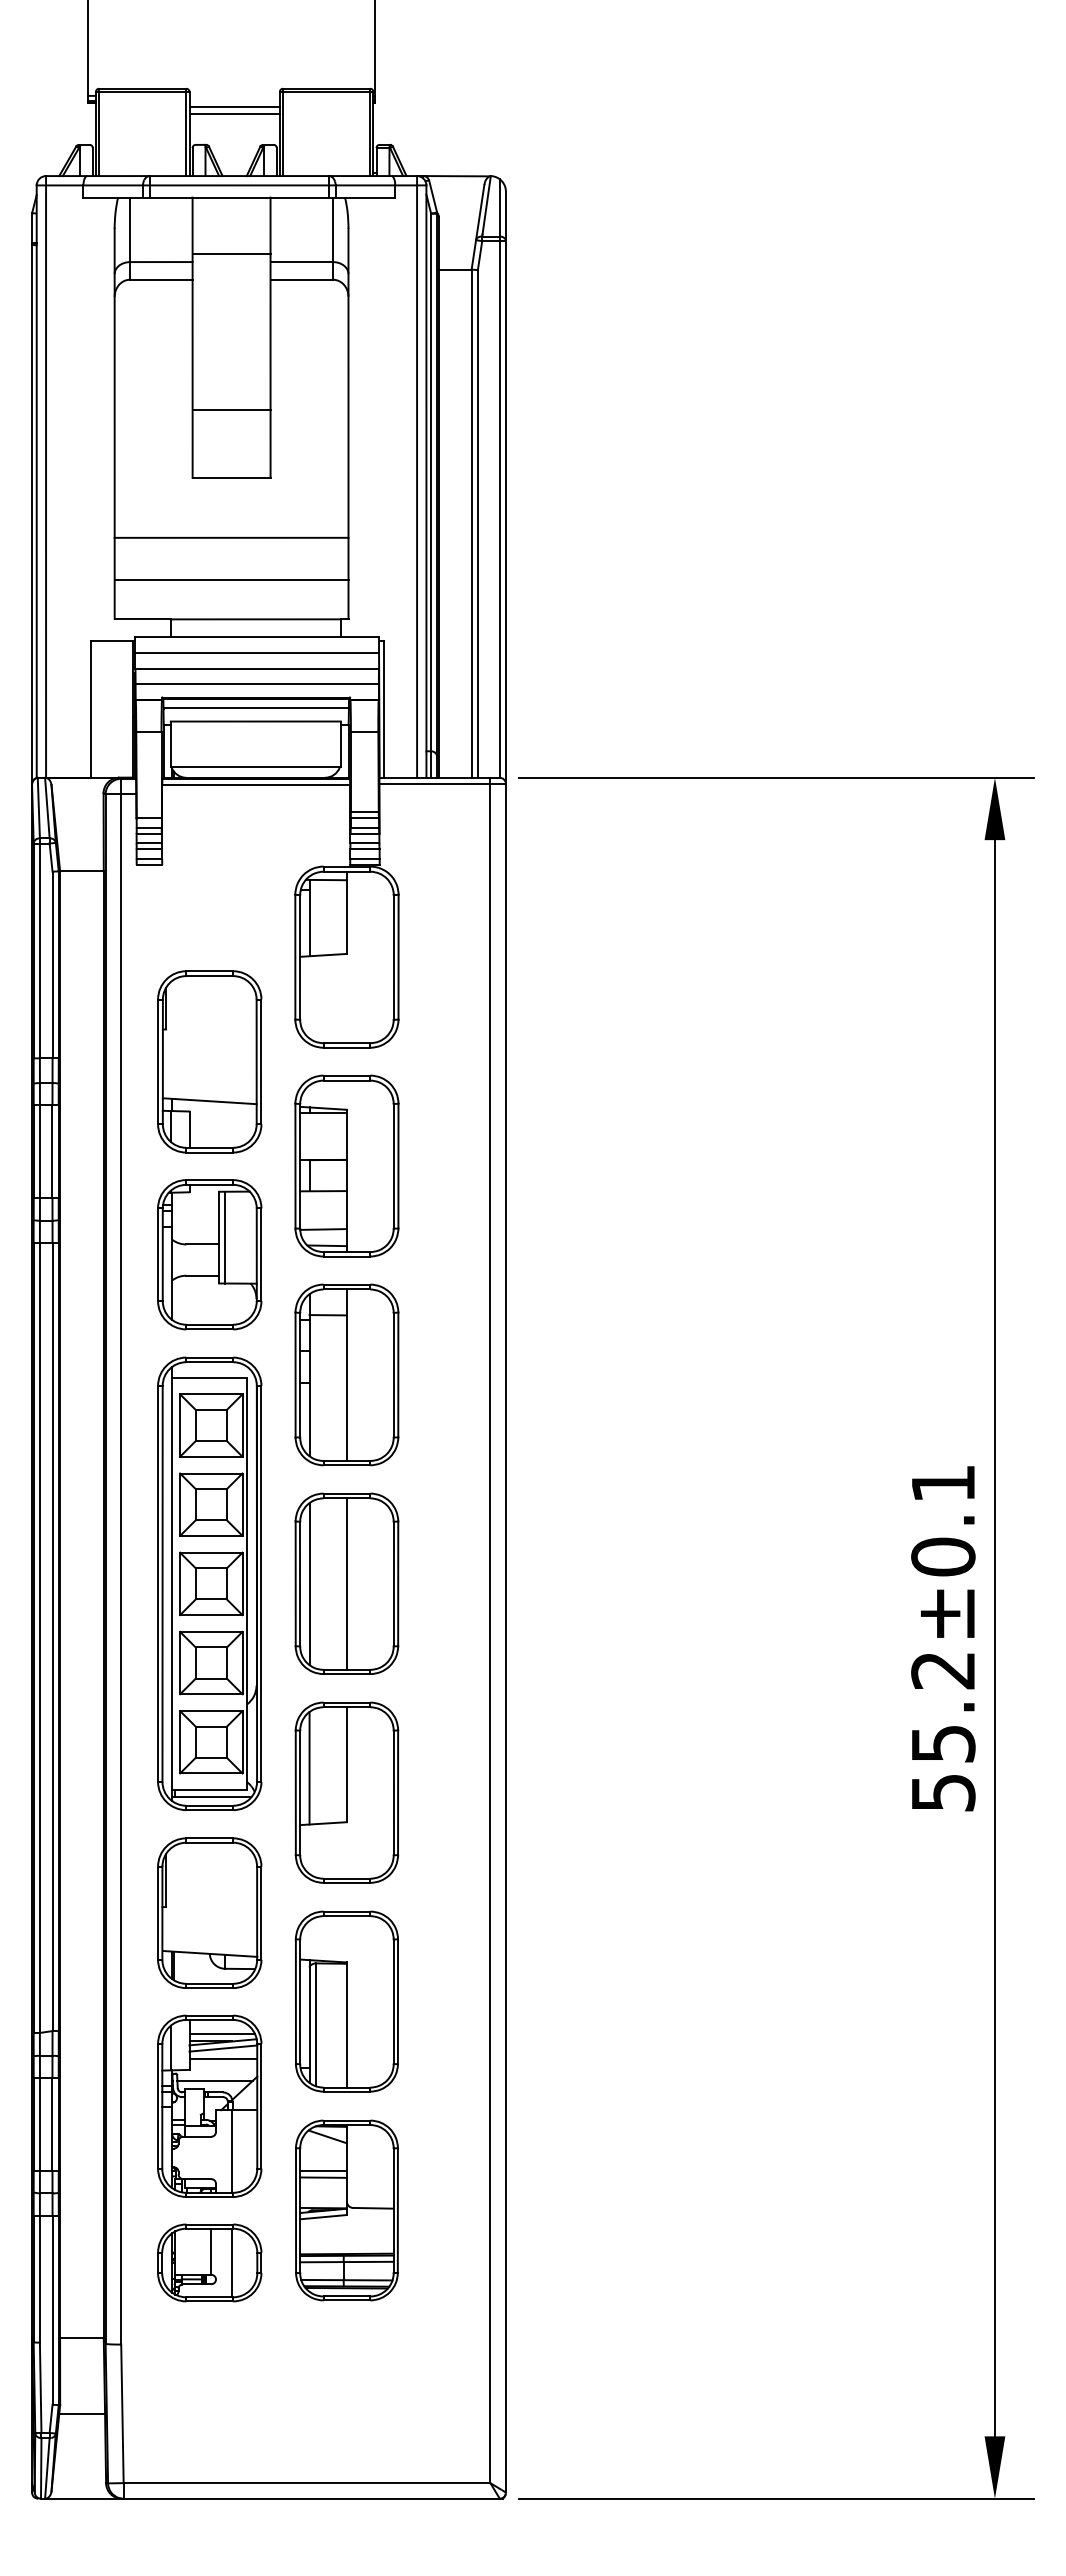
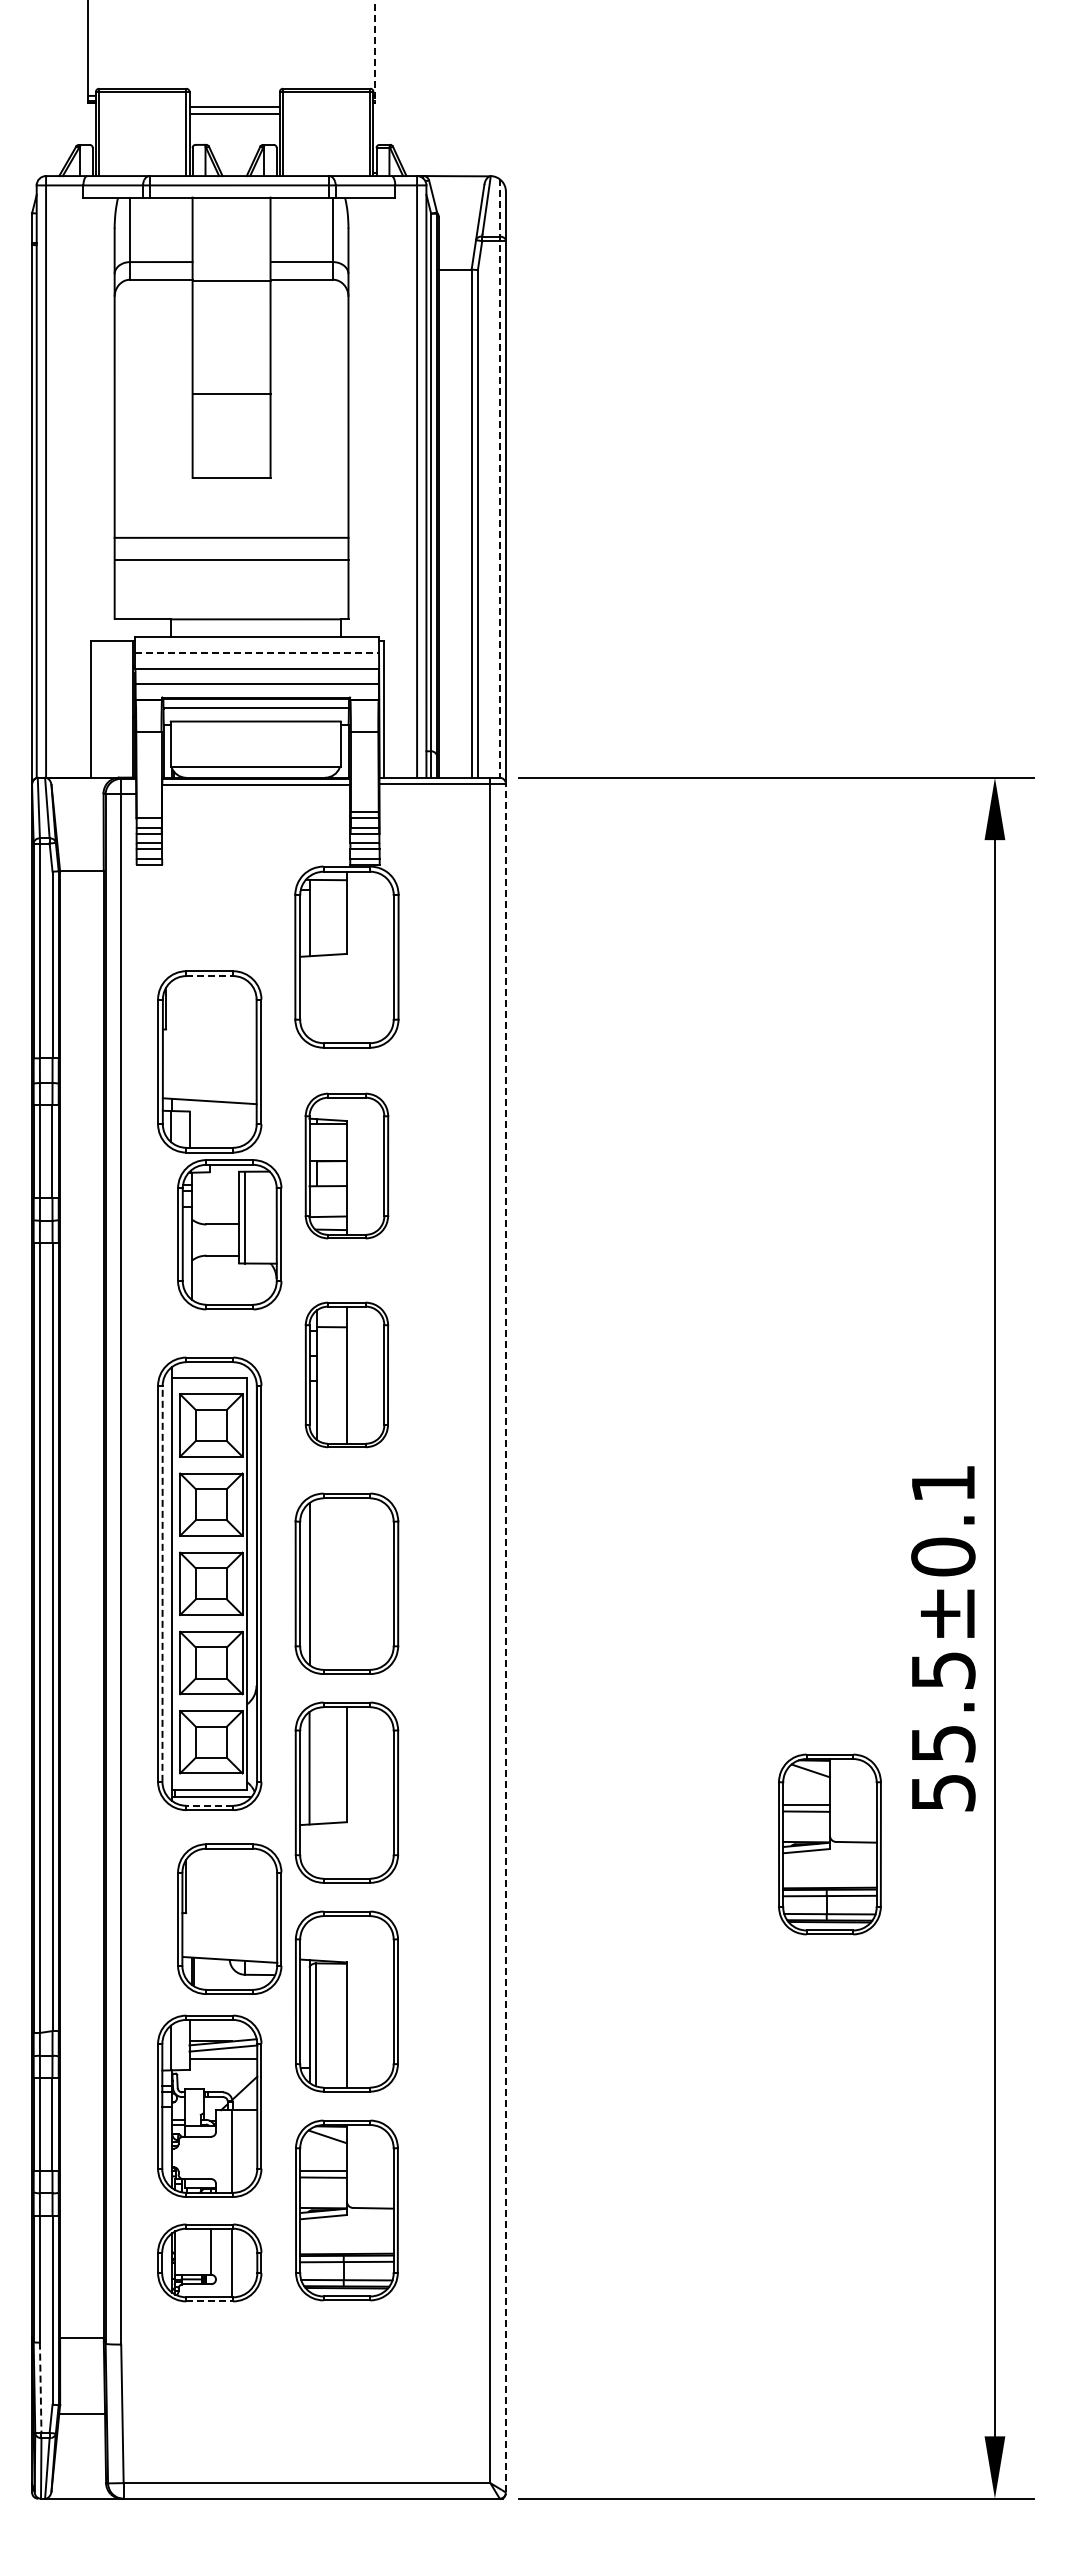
line at (374, 52): solid -> dashed
line at (231, 253) position: (231, 253) -> (231, 280)
line at (231, 409) position: (231, 409) -> (231, 393)
line at (499, 479): solid -> dashed
line at (231, 579) position: (231, 579) -> (231, 559)
line at (257, 653): solid -> dashed
line at (210, 976): solid -> dashed
part at (346, 1165) size: 106x184 px -> 86x148 px
part at (209, 1254) position: (209, 1254) -> (229, 1234)
part at (346, 1374) size: 106x184 px -> 86x148 px
line at (162, 1583): solid -> dashed
line at (346, 1583): present -> none
line at (505, 1637): solid -> dashed
text at (943, 1670): 55.2±0.1 -> 55.5±0.1
line at (209, 1805): solid -> dashed
part at (829, 1844): none -> present
part at (209, 1912) position: (209, 1912) -> (229, 1918)
line at (221, 2033): present -> none
line at (214, 2080): present -> none
line at (210, 2301): solid -> dashed
line at (40, 2388): solid -> dashed
